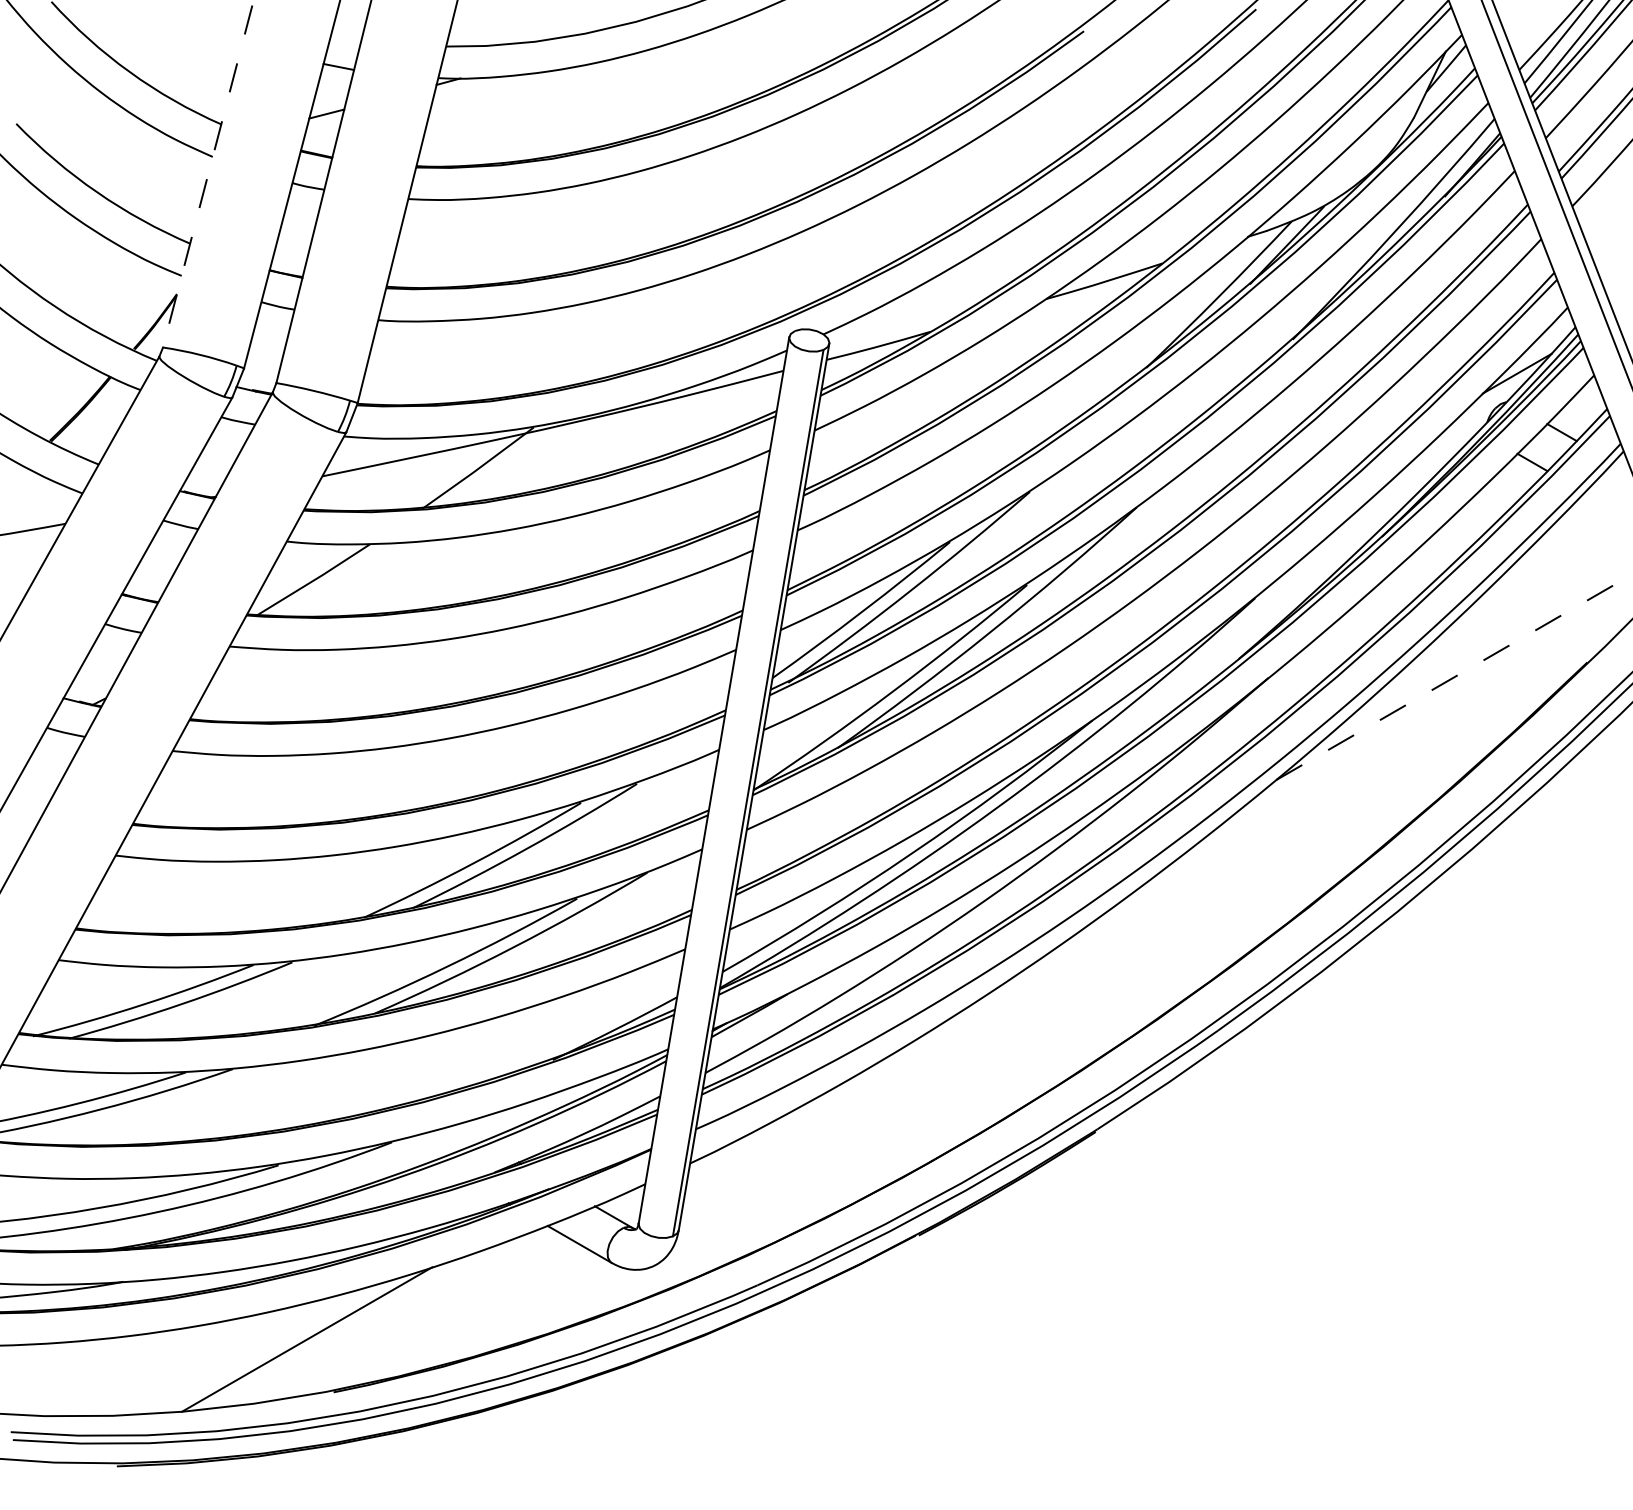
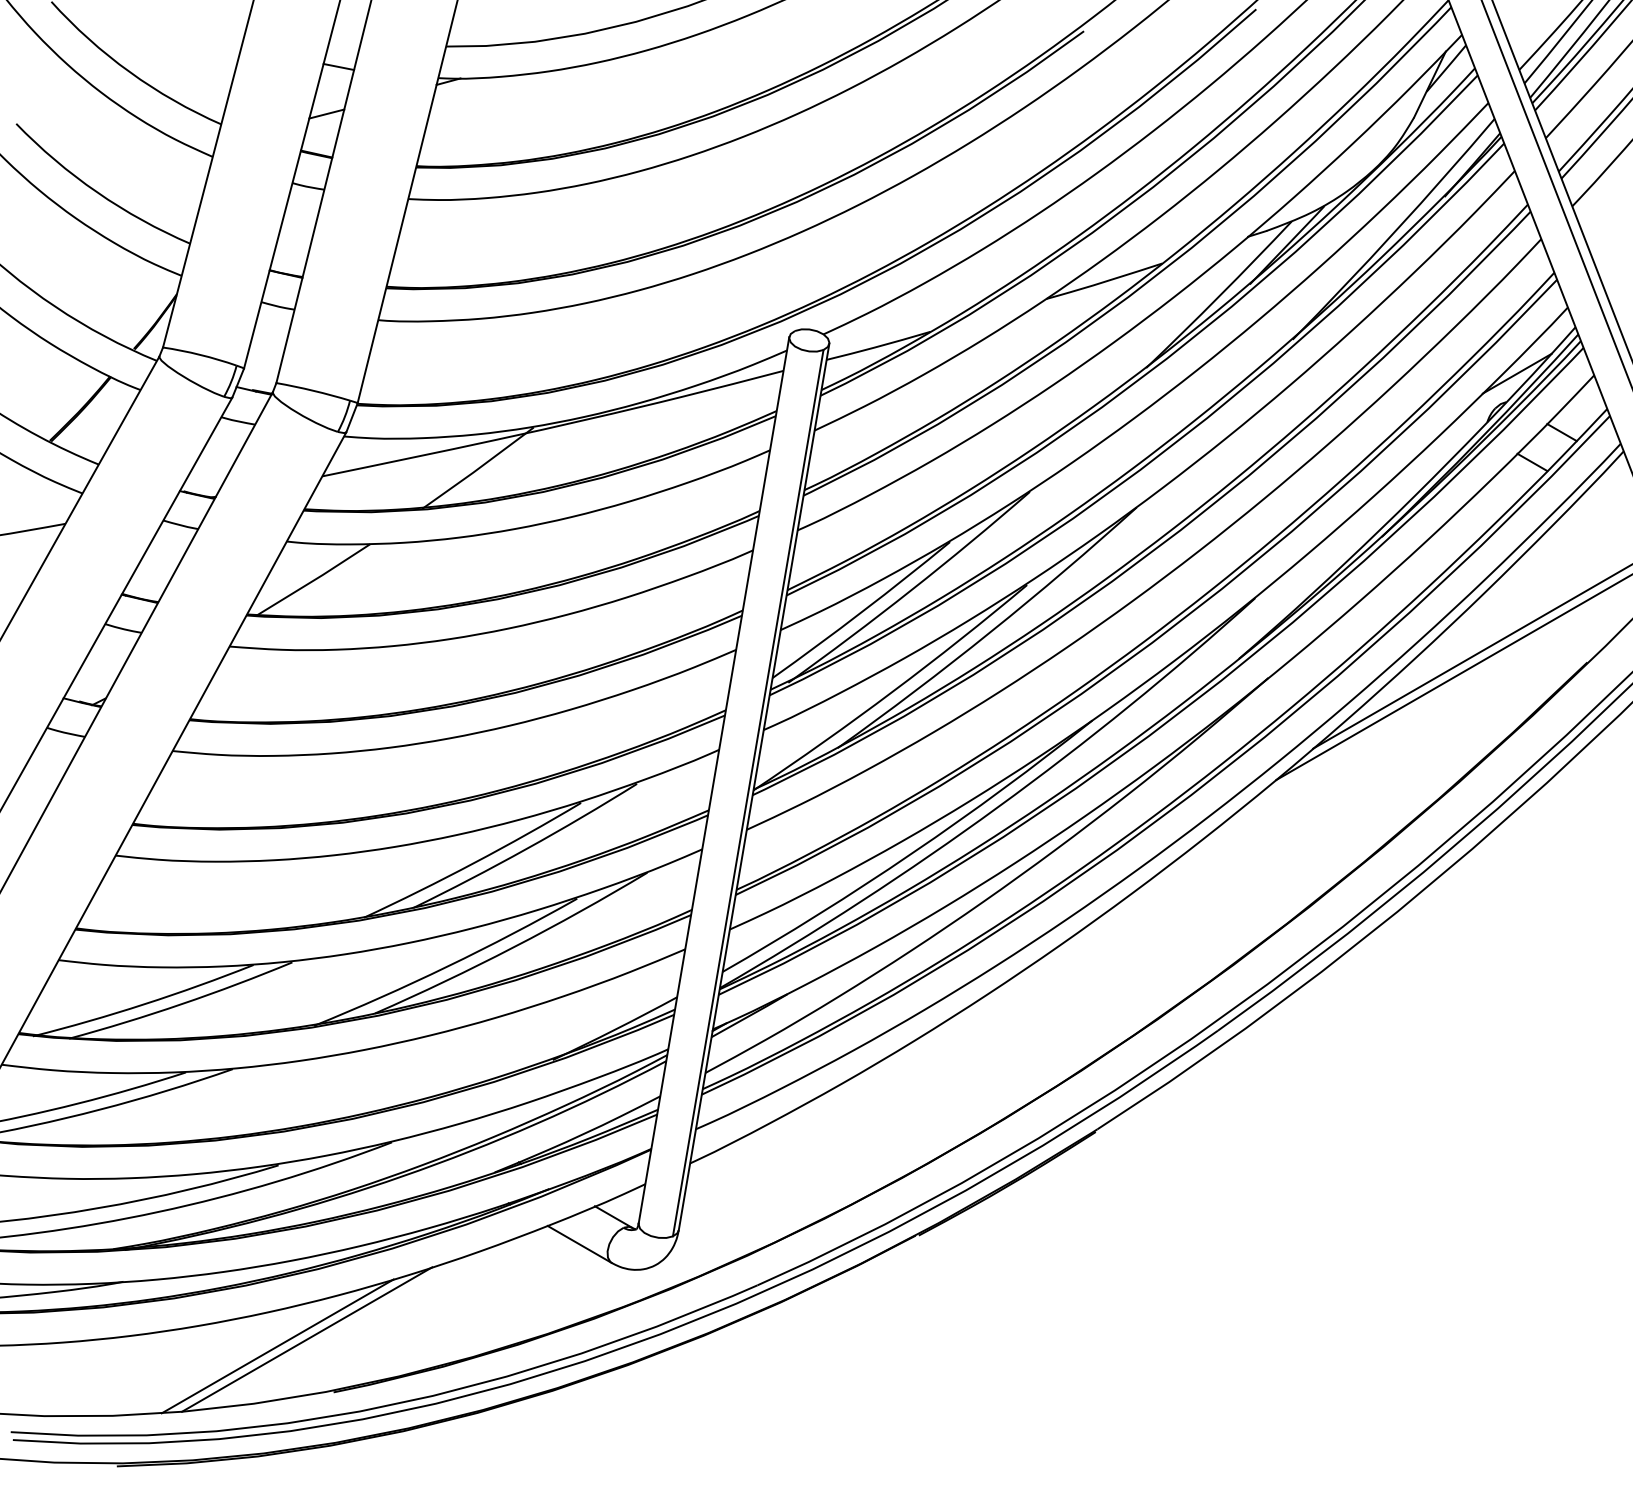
line at (208, 174): dashed -> solid
line at (1471, 656): none -> present
line at (1454, 677): dashed -> solid
line at (277, 1346): none -> present
